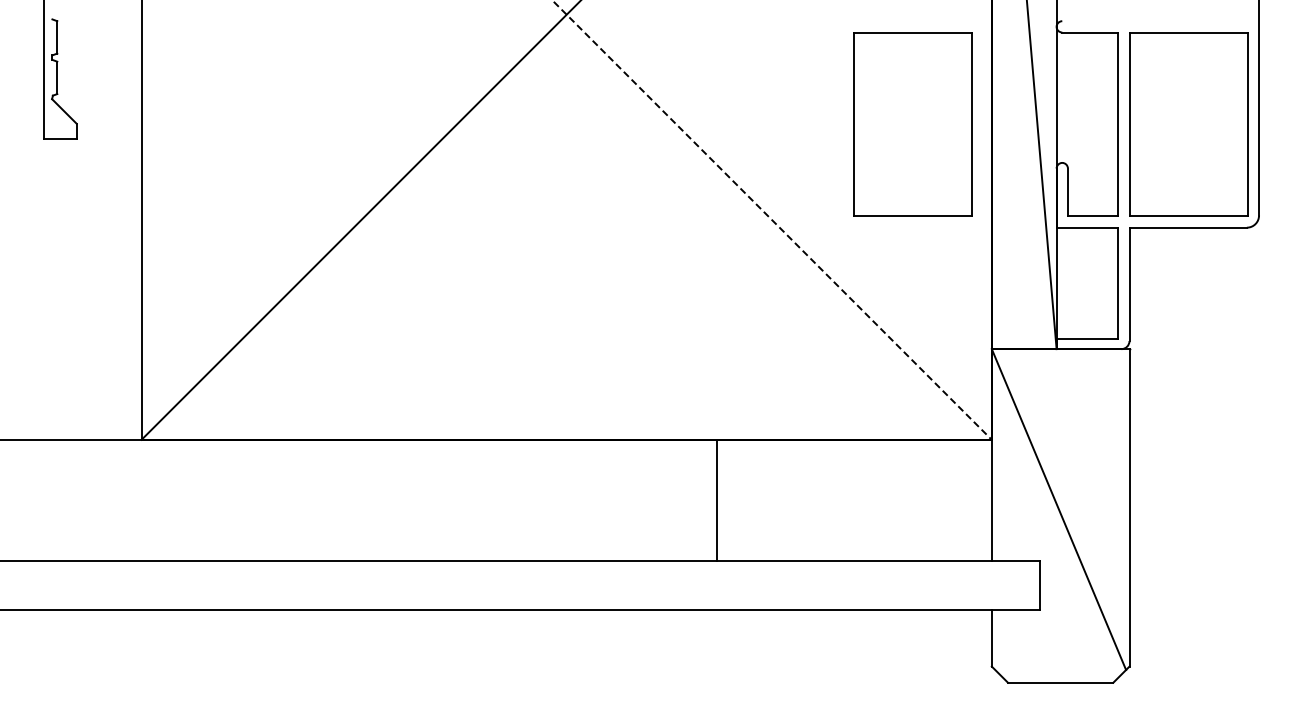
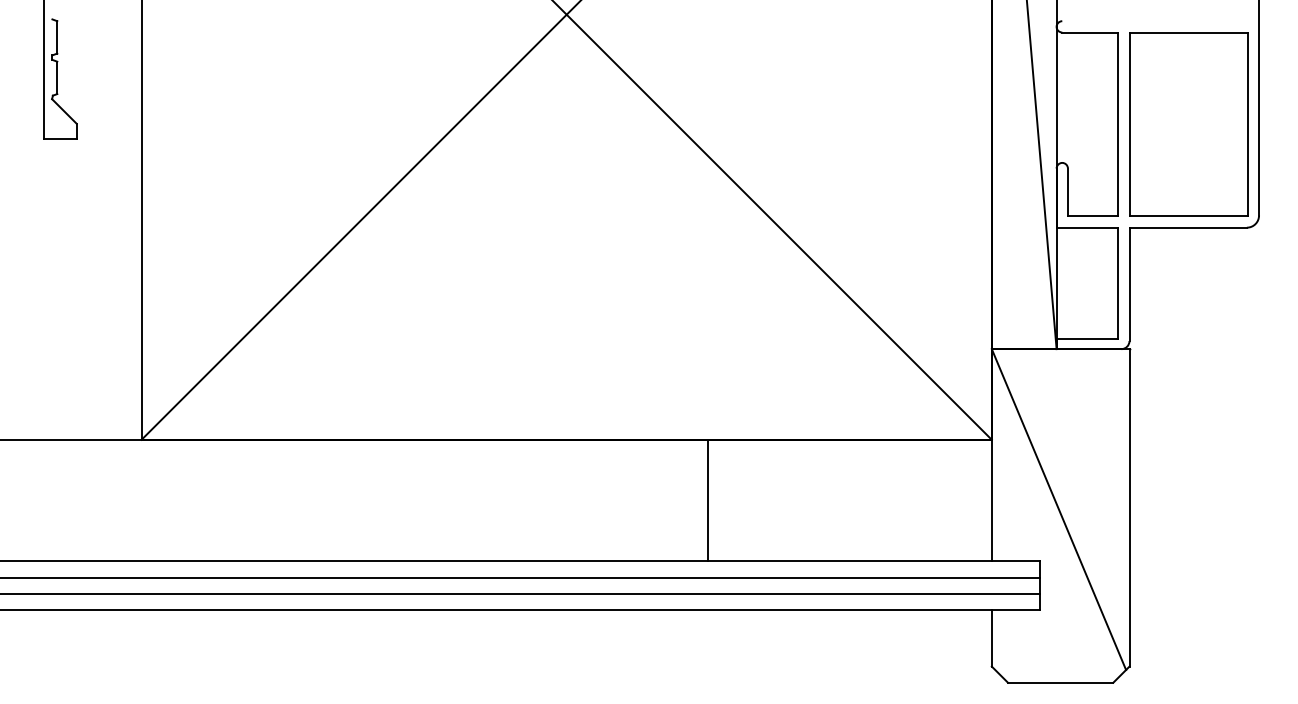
part at (912, 124): present -> none
line at (772, 220): dashed -> solid
line at (717, 500) position: (717, 500) -> (708, 500)
line at (521, 577): none -> present
line at (521, 593): none -> present
